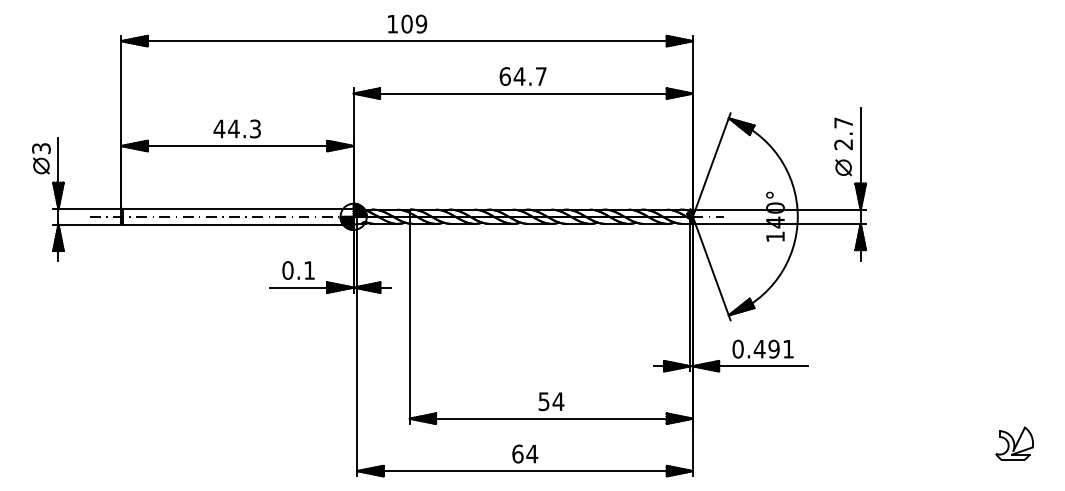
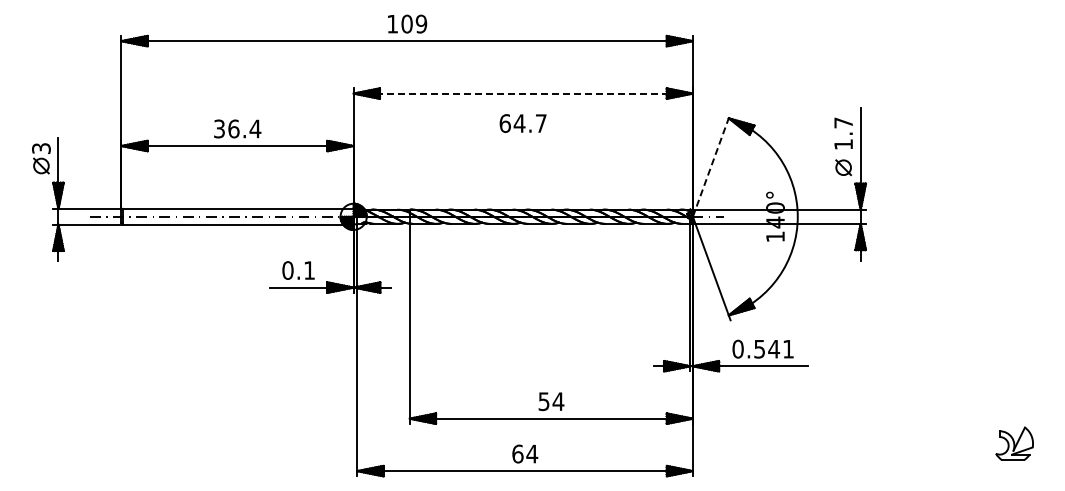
text at (522, 76) position: (522, 76) -> (522, 123)
line at (523, 93): solid -> dashed
text at (237, 128): 44.3 -> 36.4
text at (843, 144): 2.7 -> 1.7
line at (711, 164): solid -> dashed
text at (766, 348): 0.491 -> 0.541
